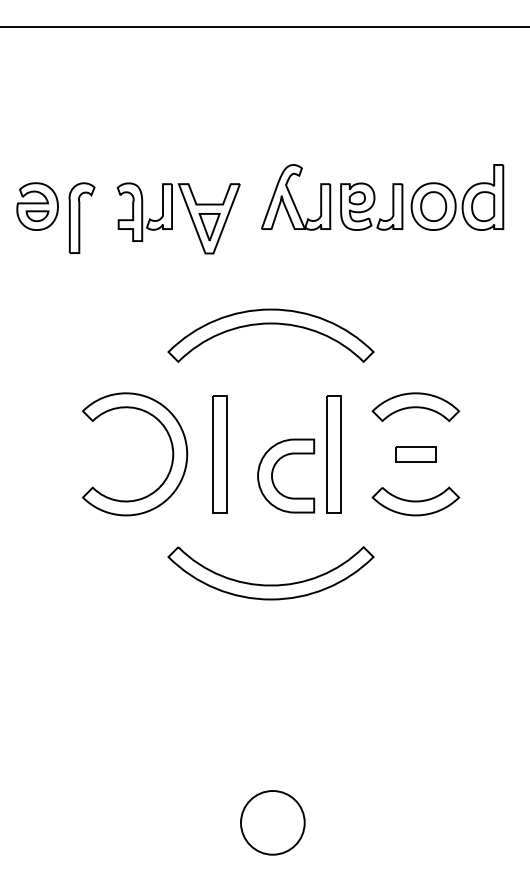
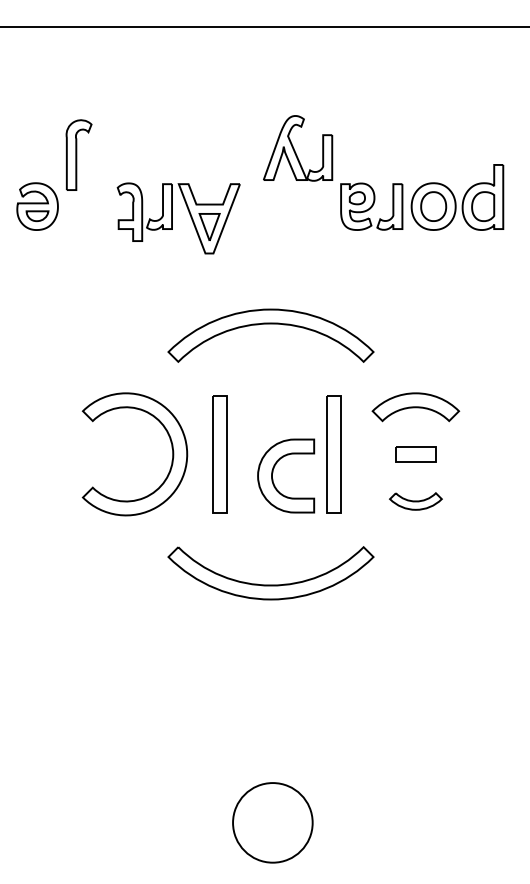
part at (296, 197) position: (296, 197) -> (298, 148)
part at (81, 217) position: (81, 217) -> (78, 154)
part at (415, 501) size: 90x31 px -> 54x19 px
circle at (272, 822) diameter: 64 px -> 80 px
